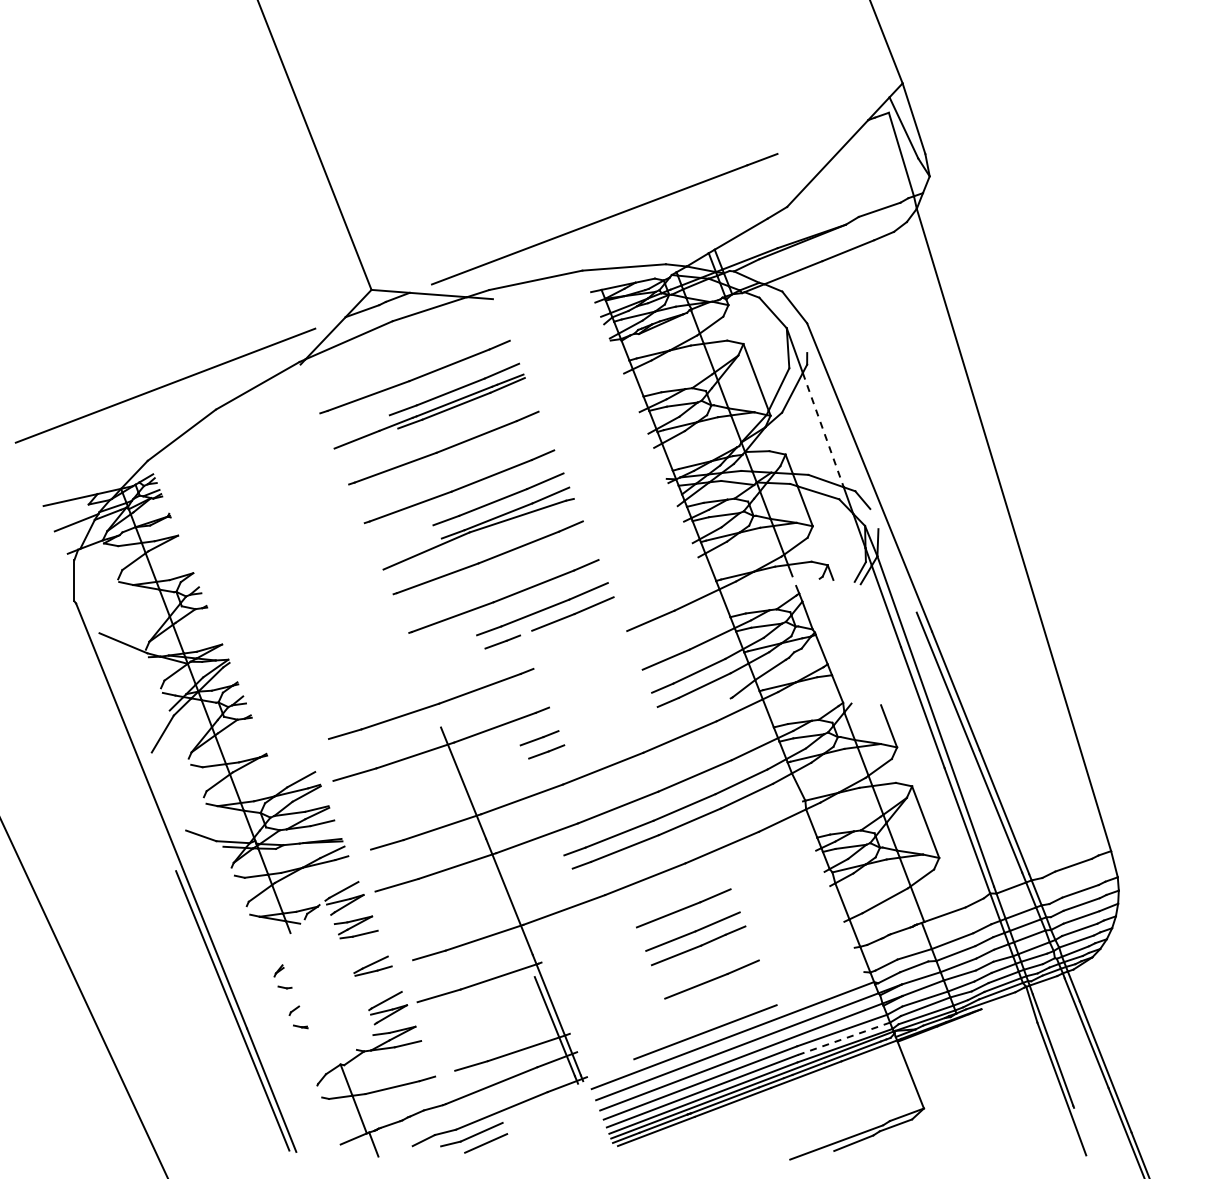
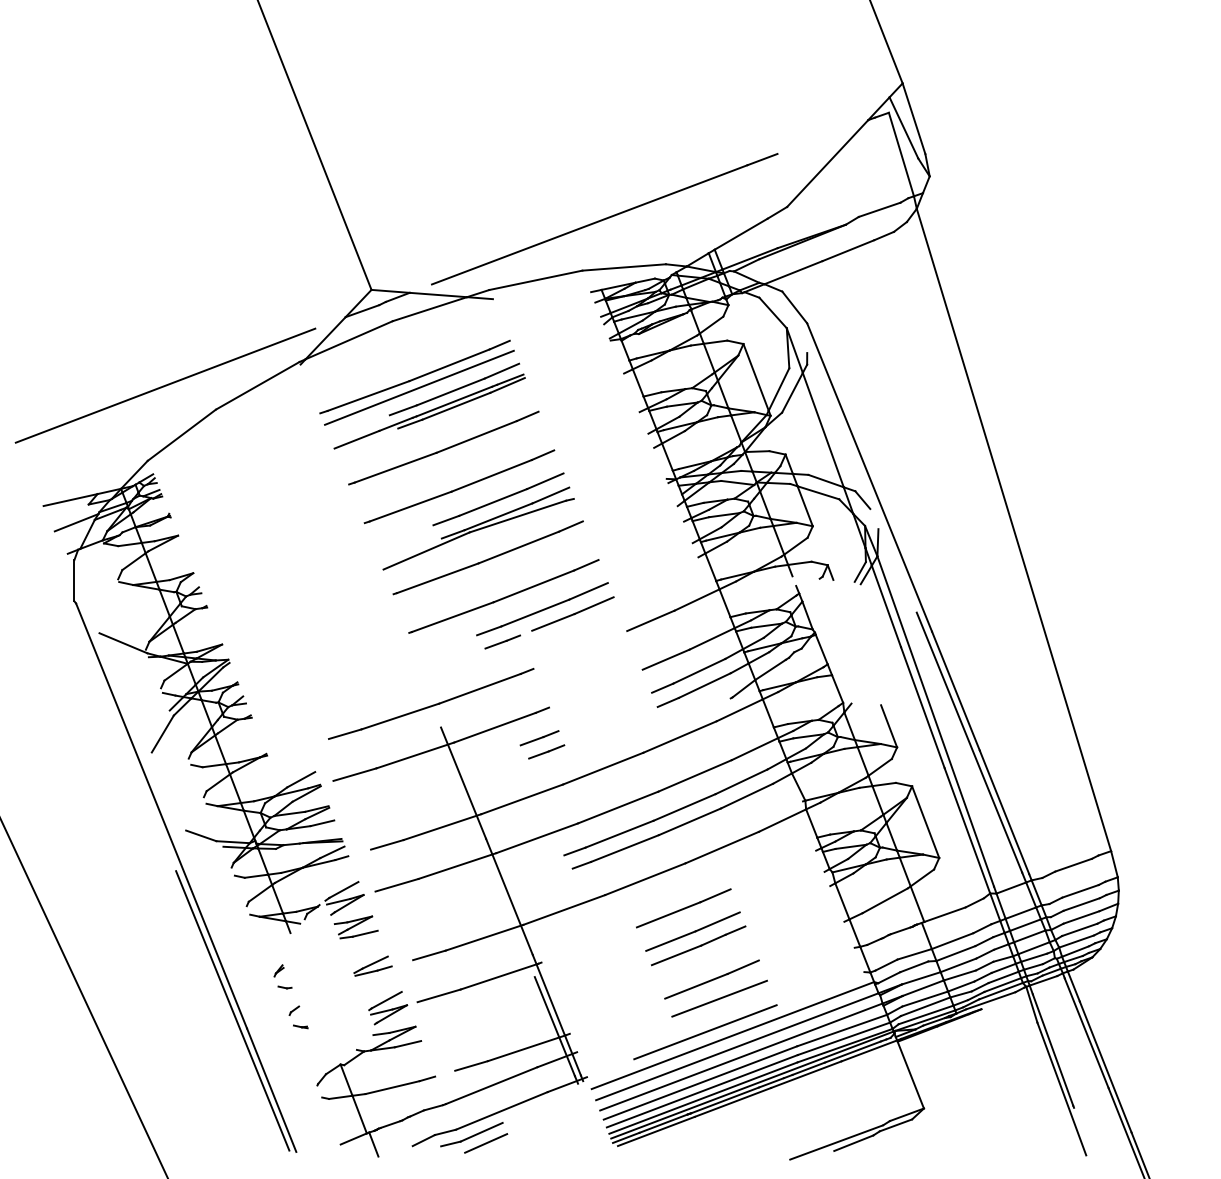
line at (419, 387): none -> present
line at (823, 430): dashed -> solid
line at (719, 998): none -> present
line at (843, 1038): dashed -> solid
